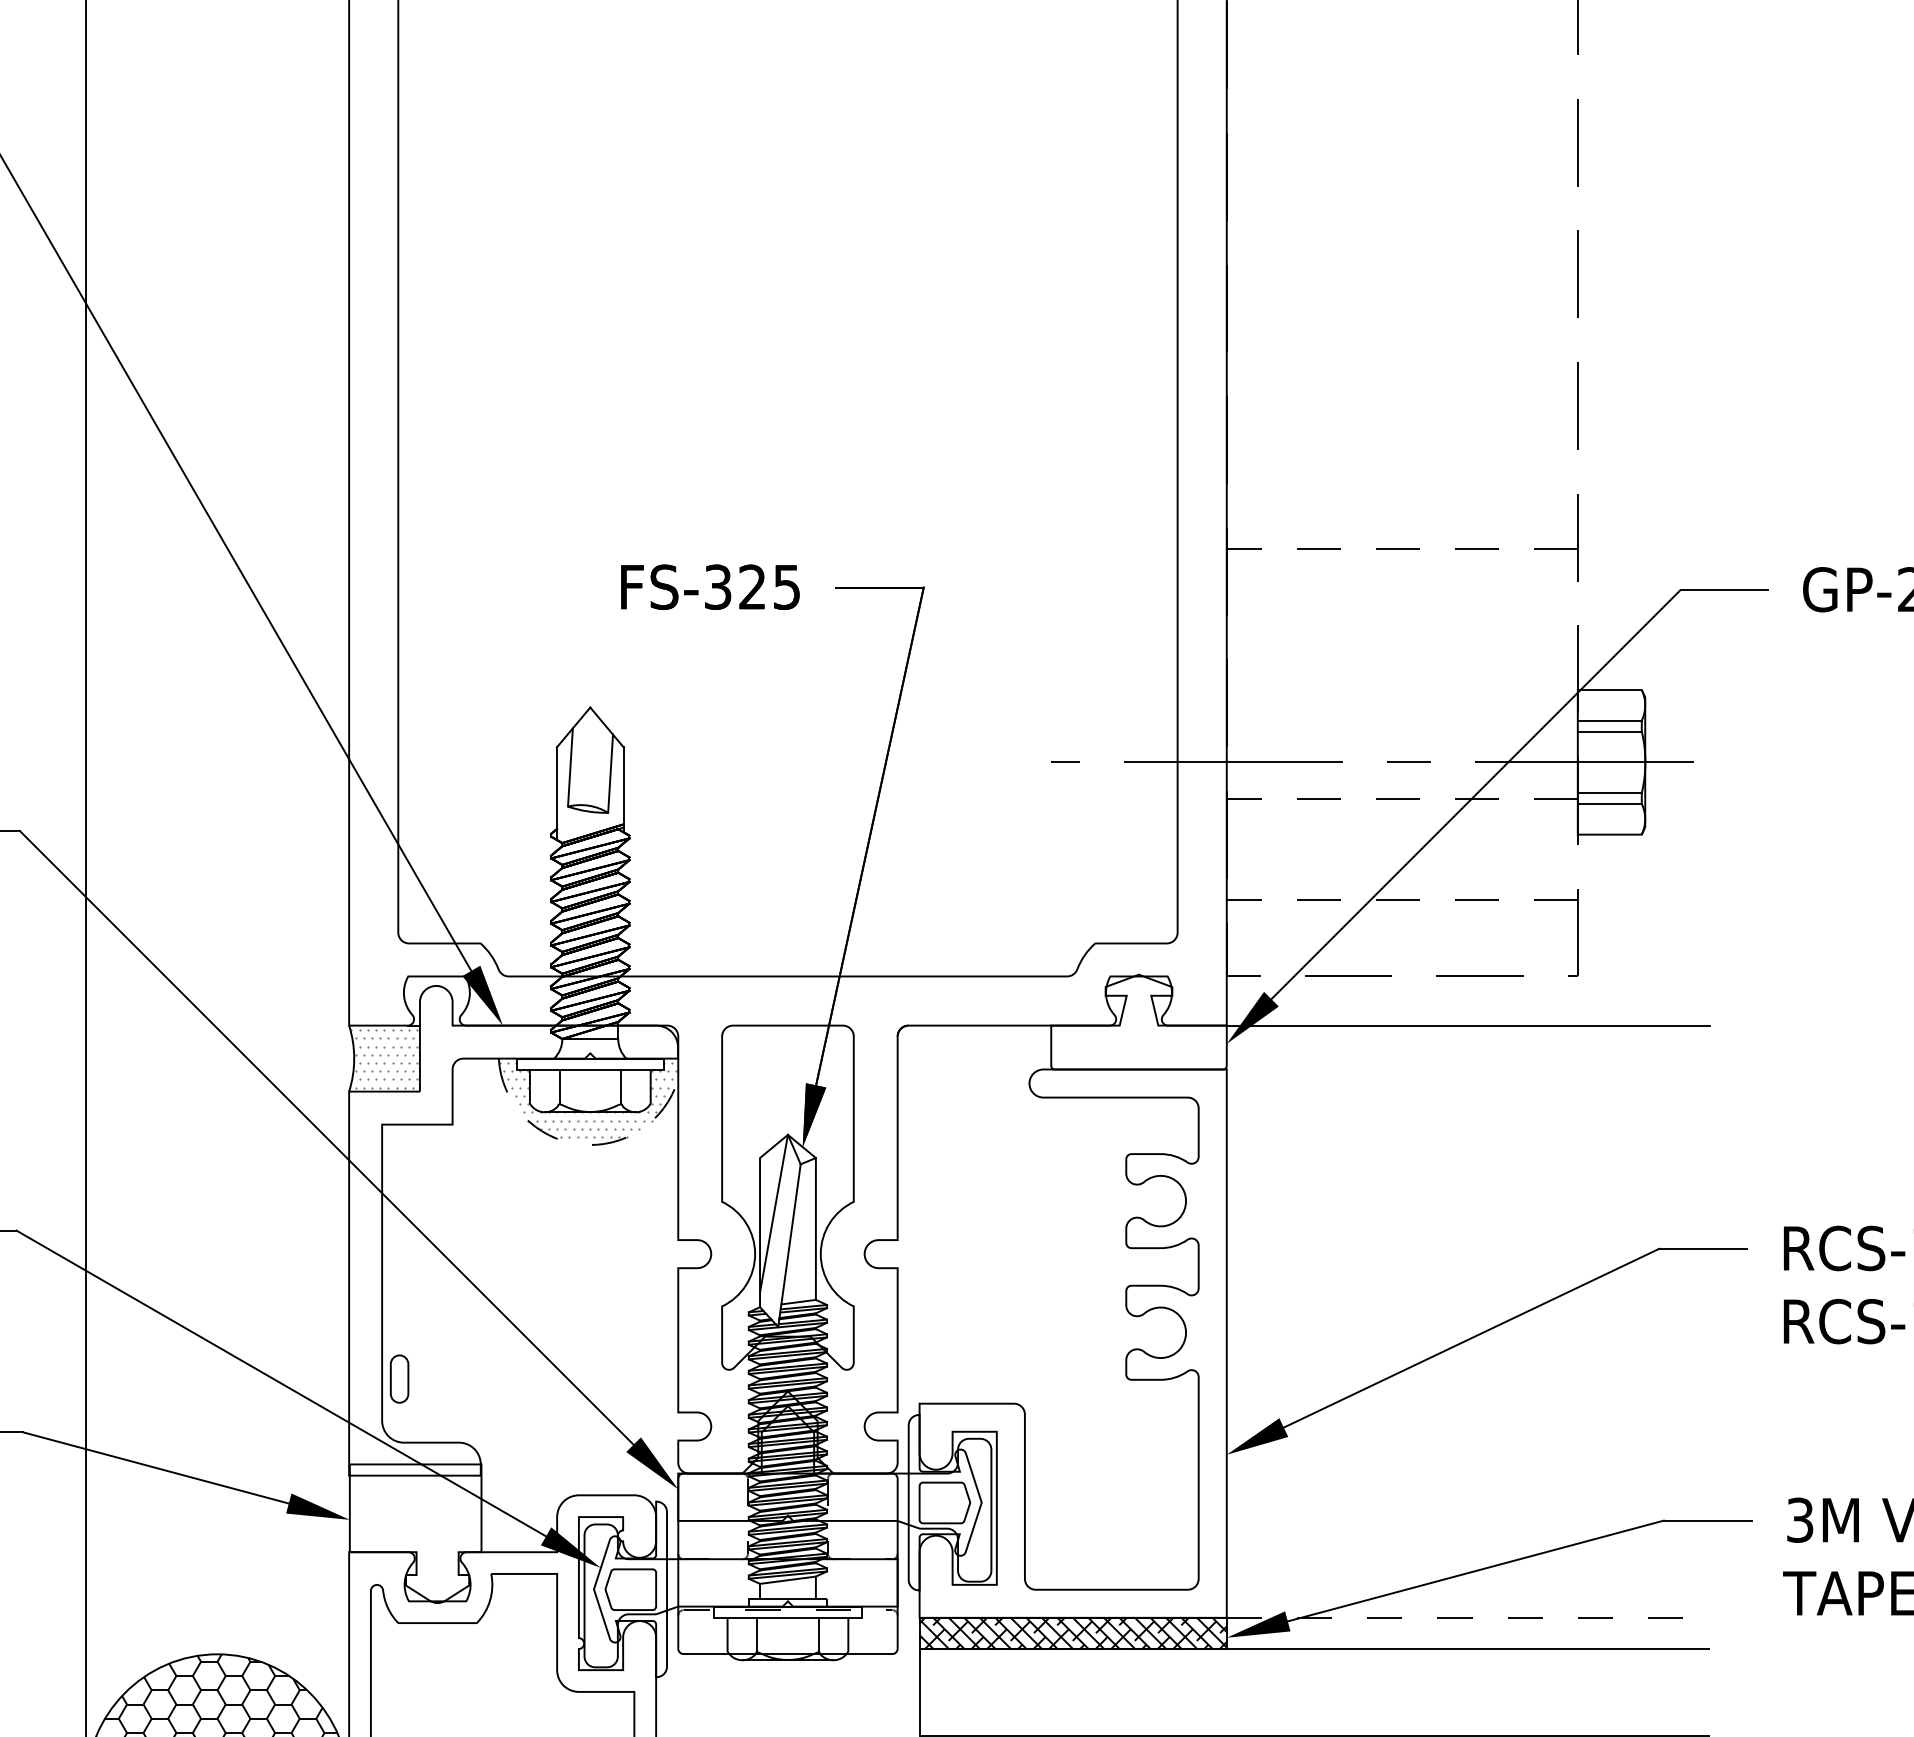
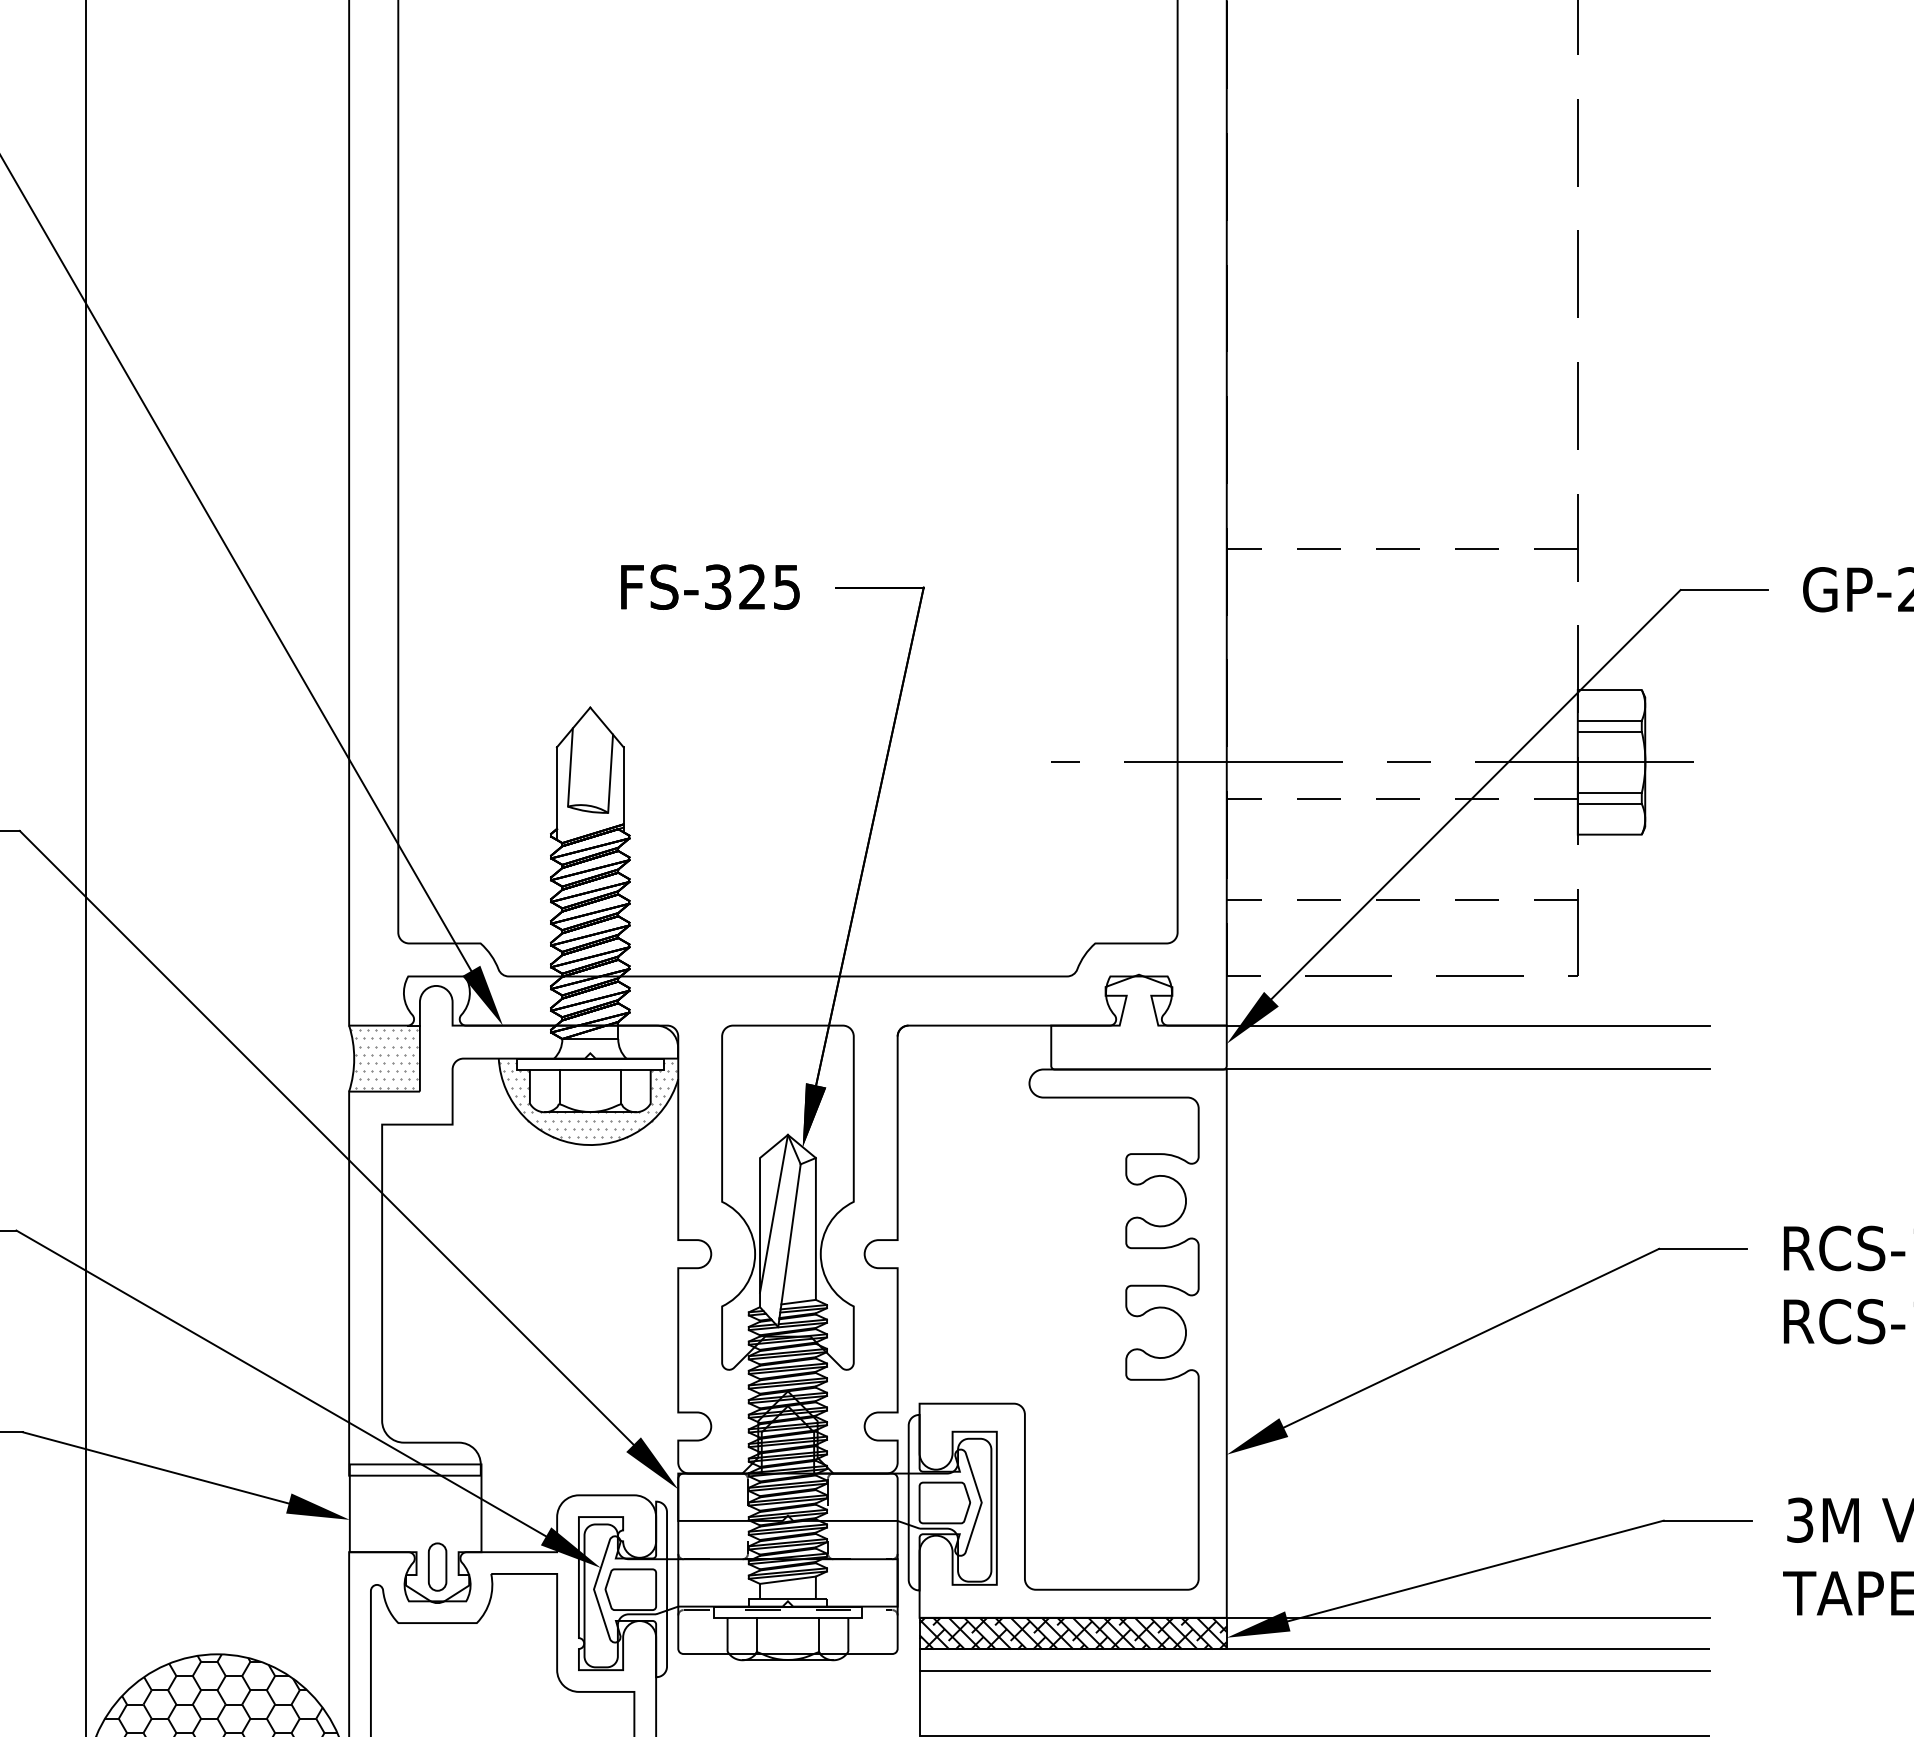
line at (1467, 1069): none -> present
arc at (579, 1144): dashed -> solid
part at (399, 1378) position: (399, 1378) -> (437, 1566)
line at (1468, 1617): dashed -> solid
line at (1314, 1671): none -> present
